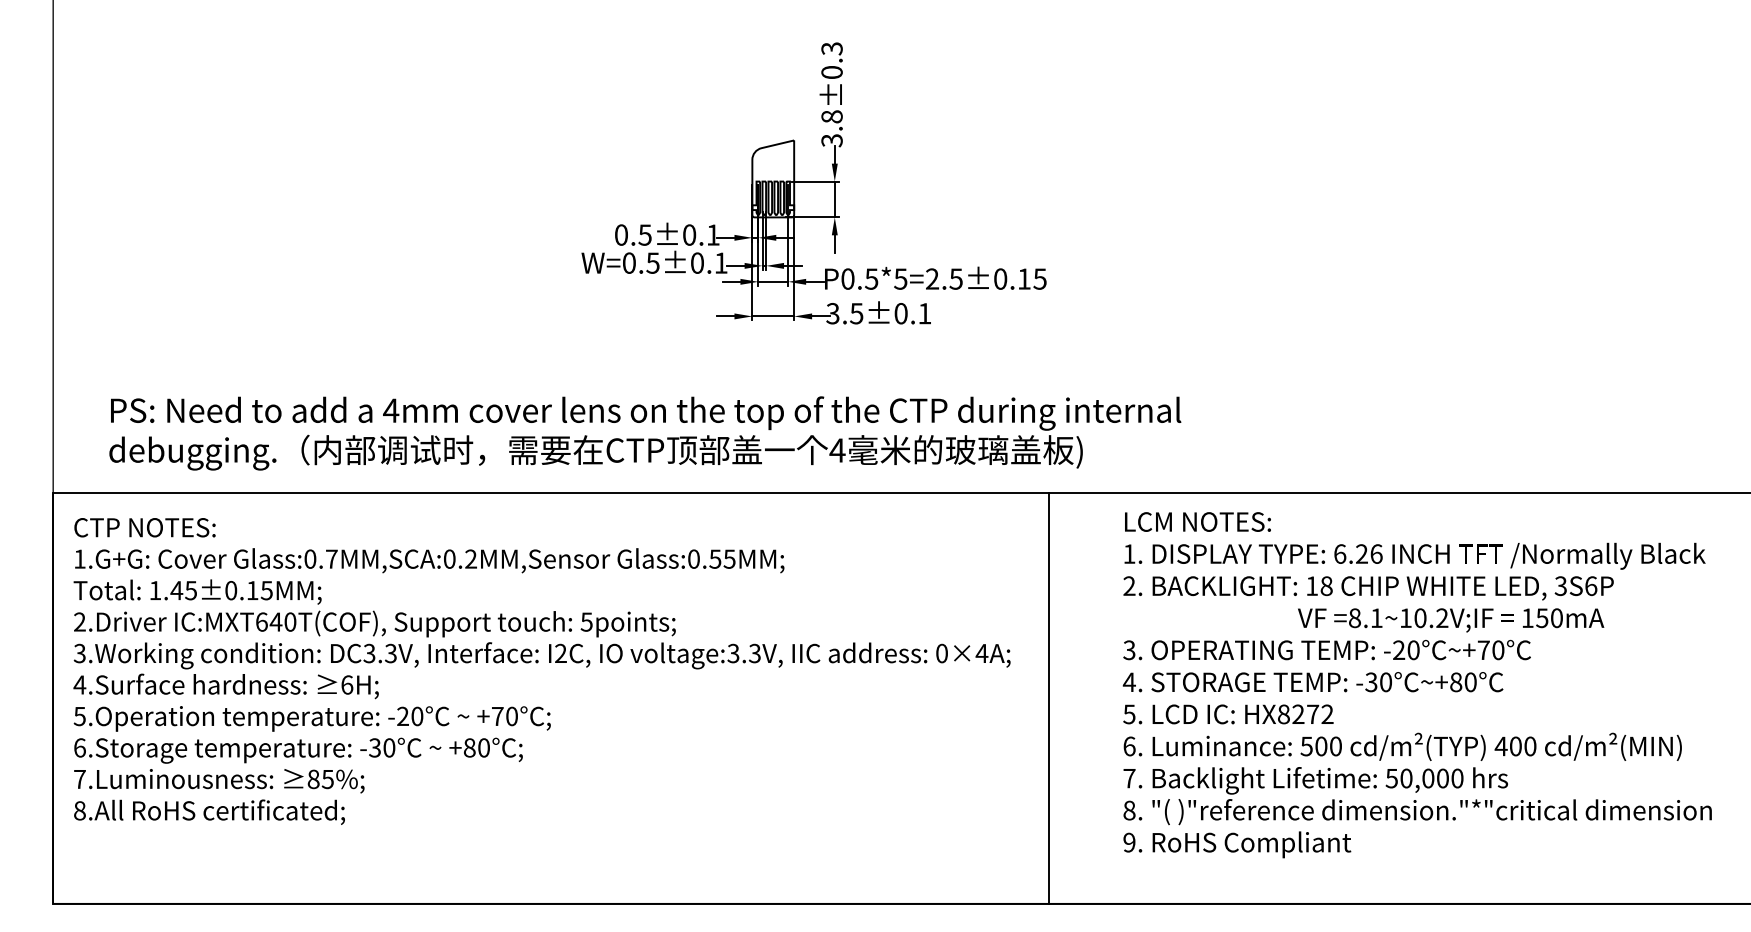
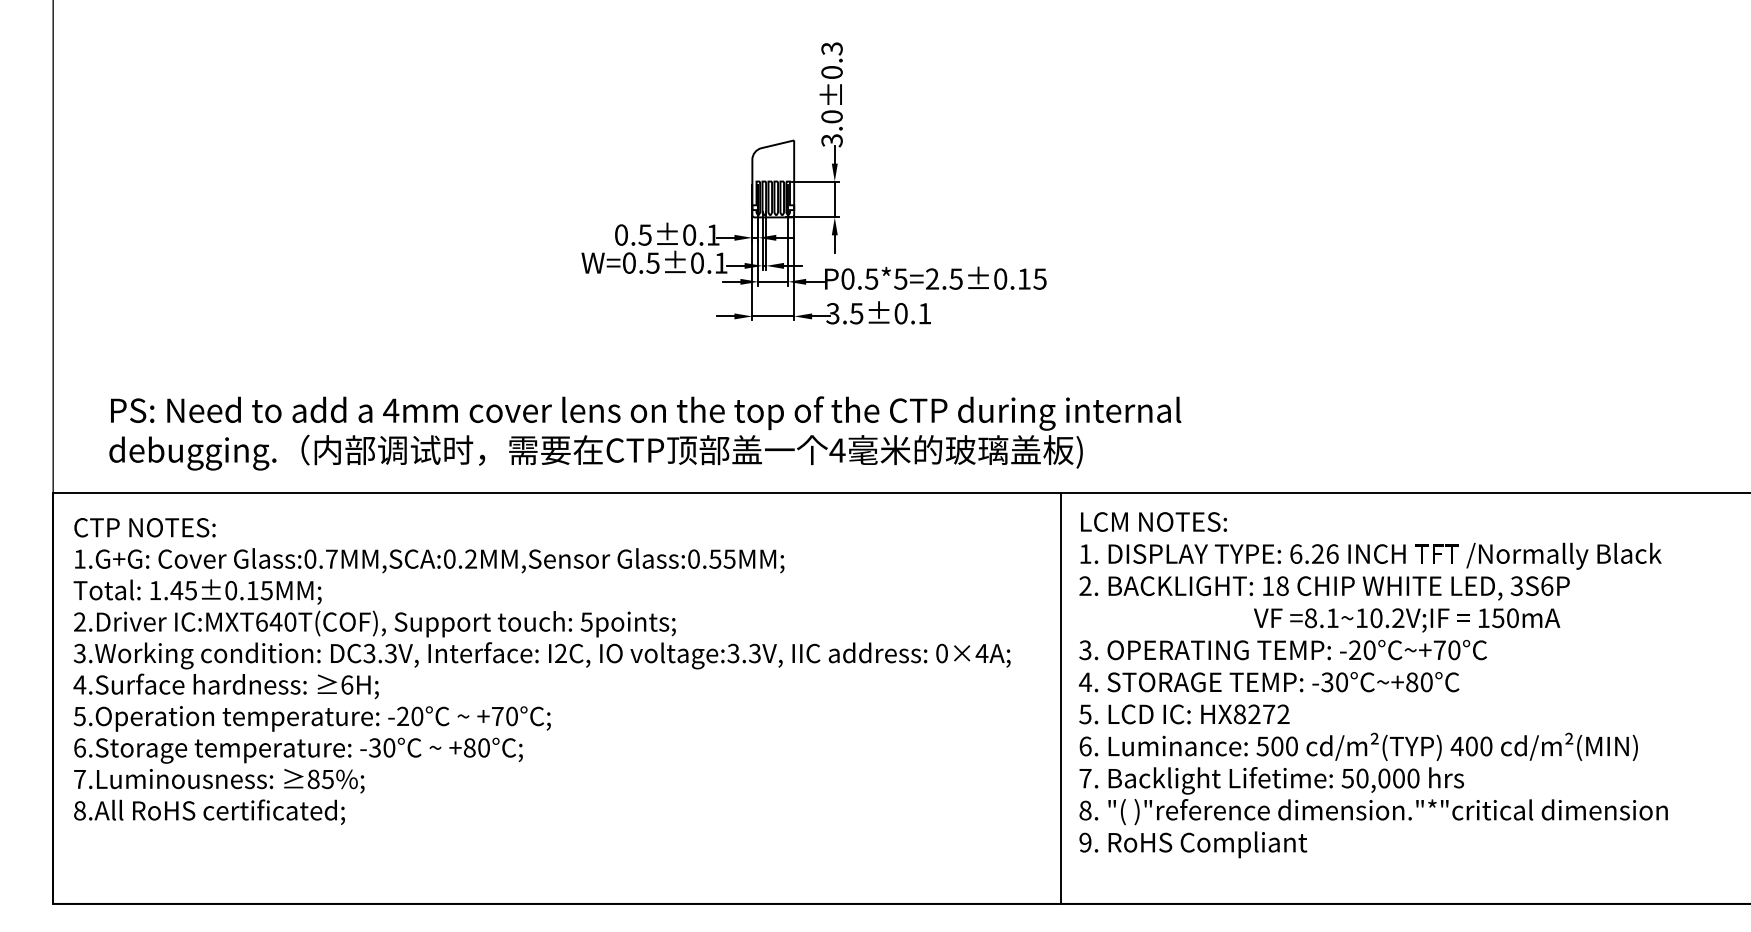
text at (831, 116): 3.8 -> 3.0
text at (1416, 685) position: (1416, 685) -> (1372, 685)
line at (1048, 697) position: (1048, 697) -> (1060, 697)
